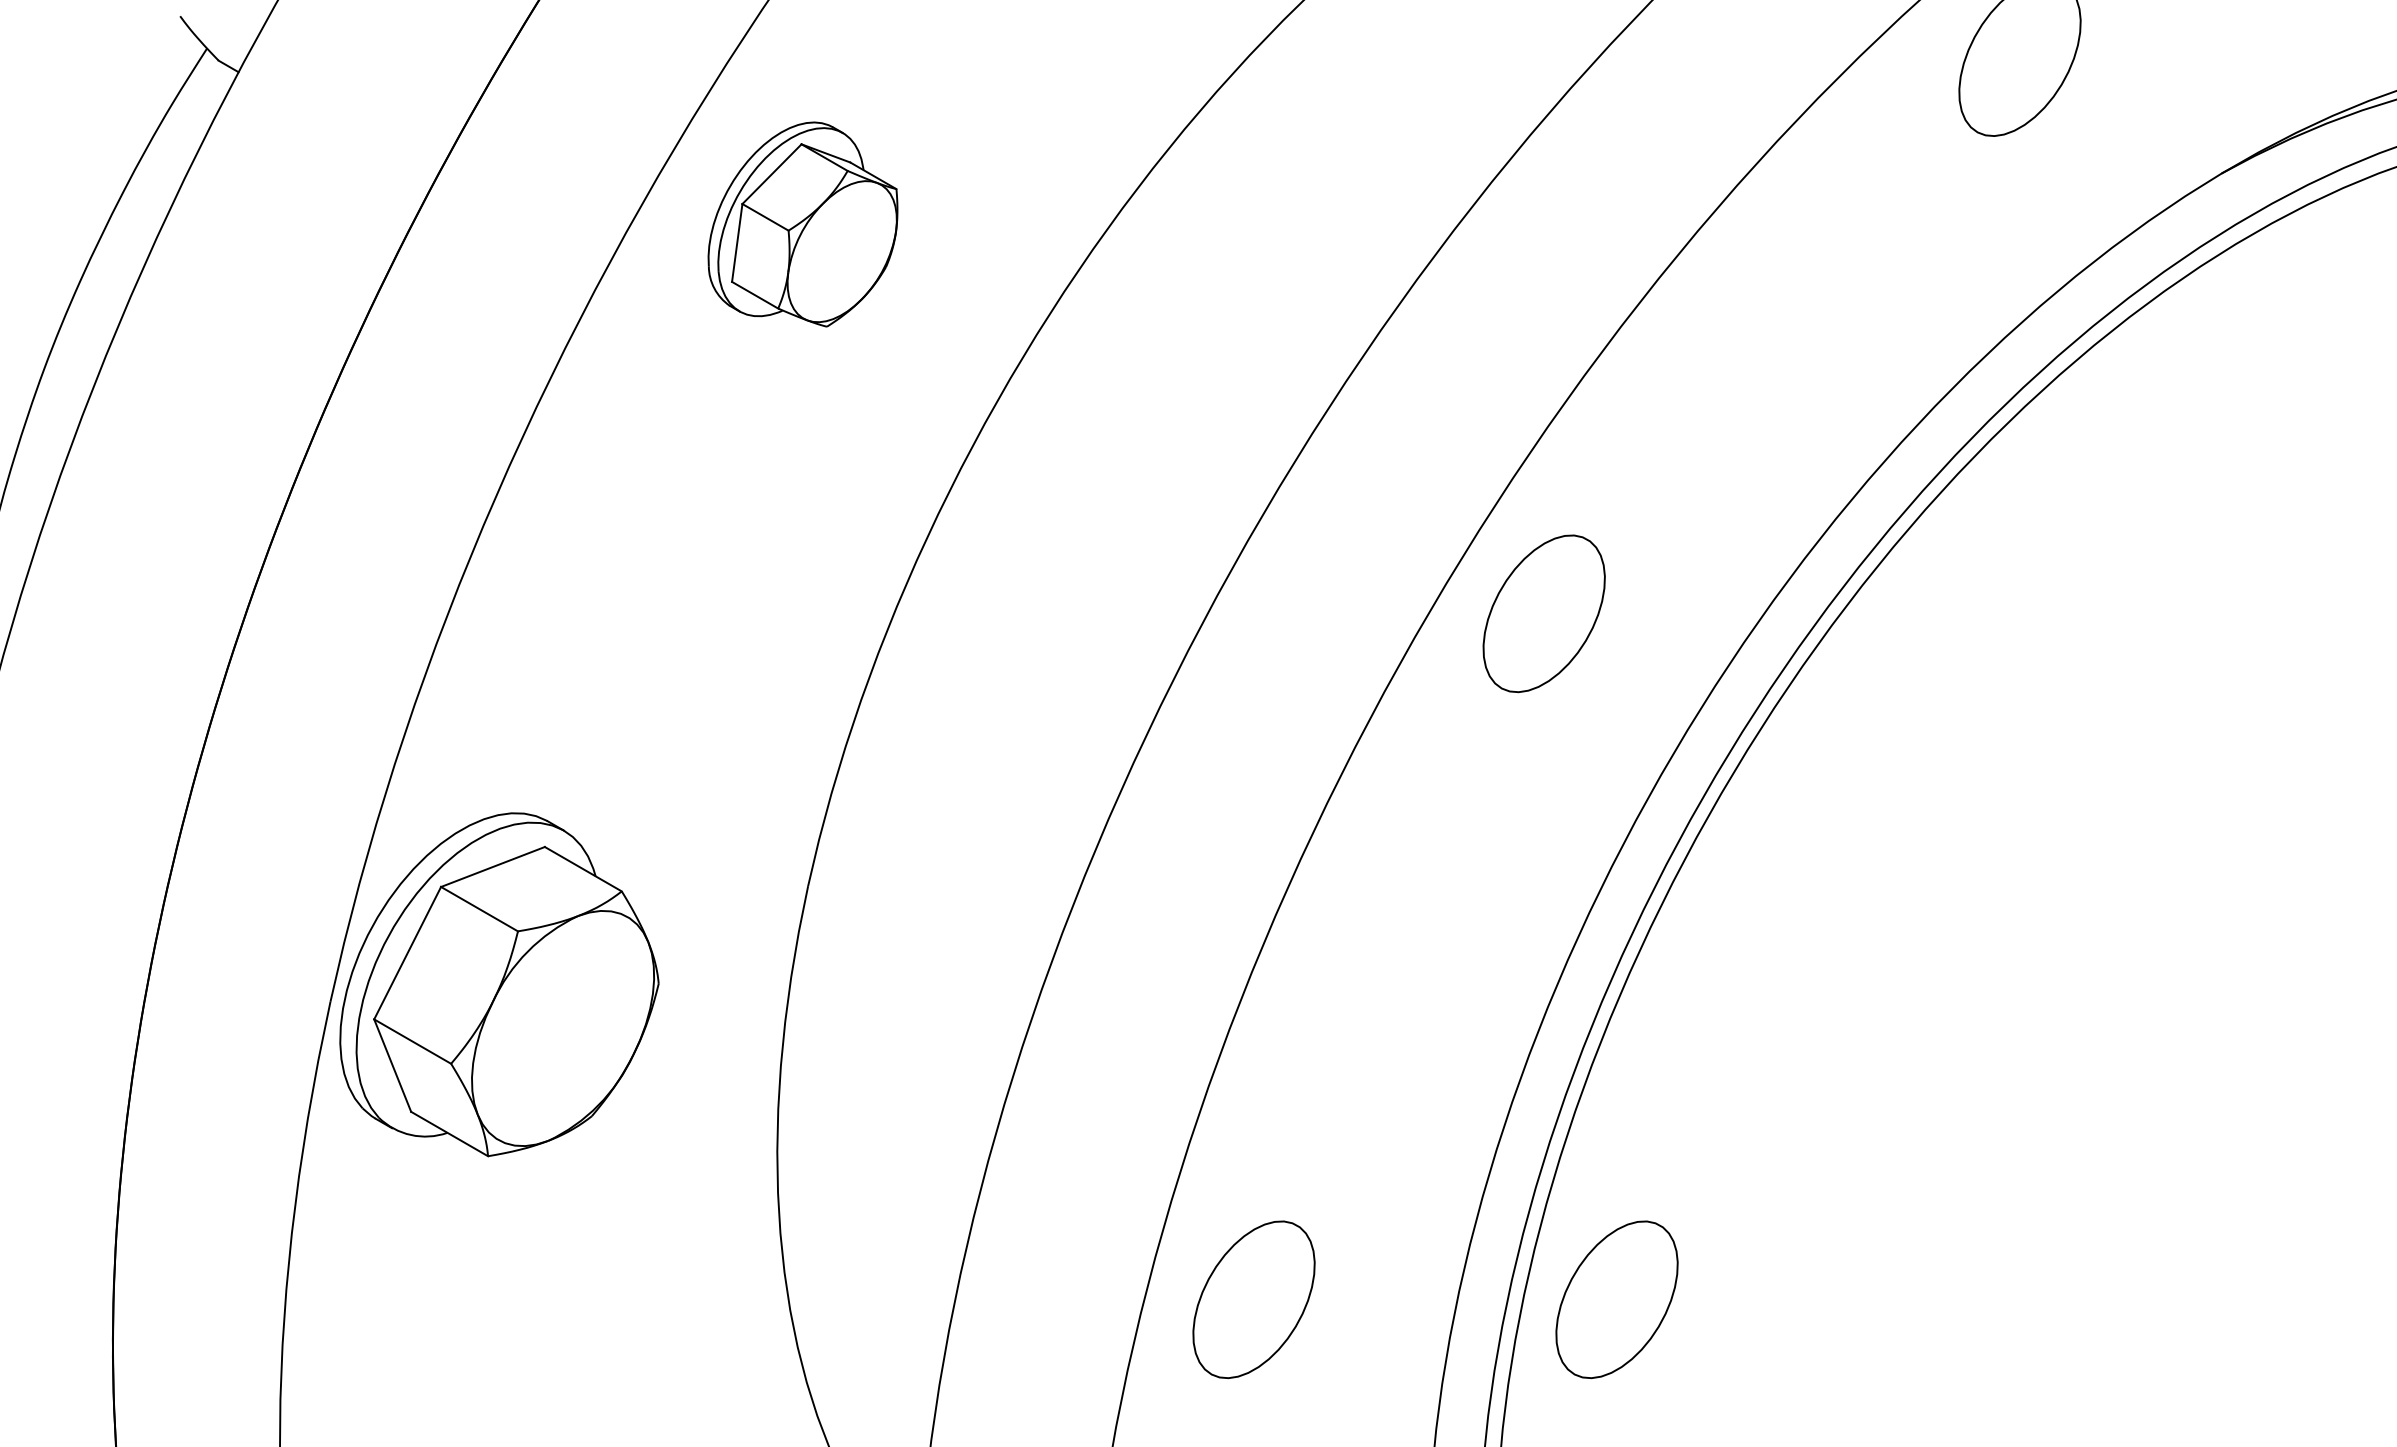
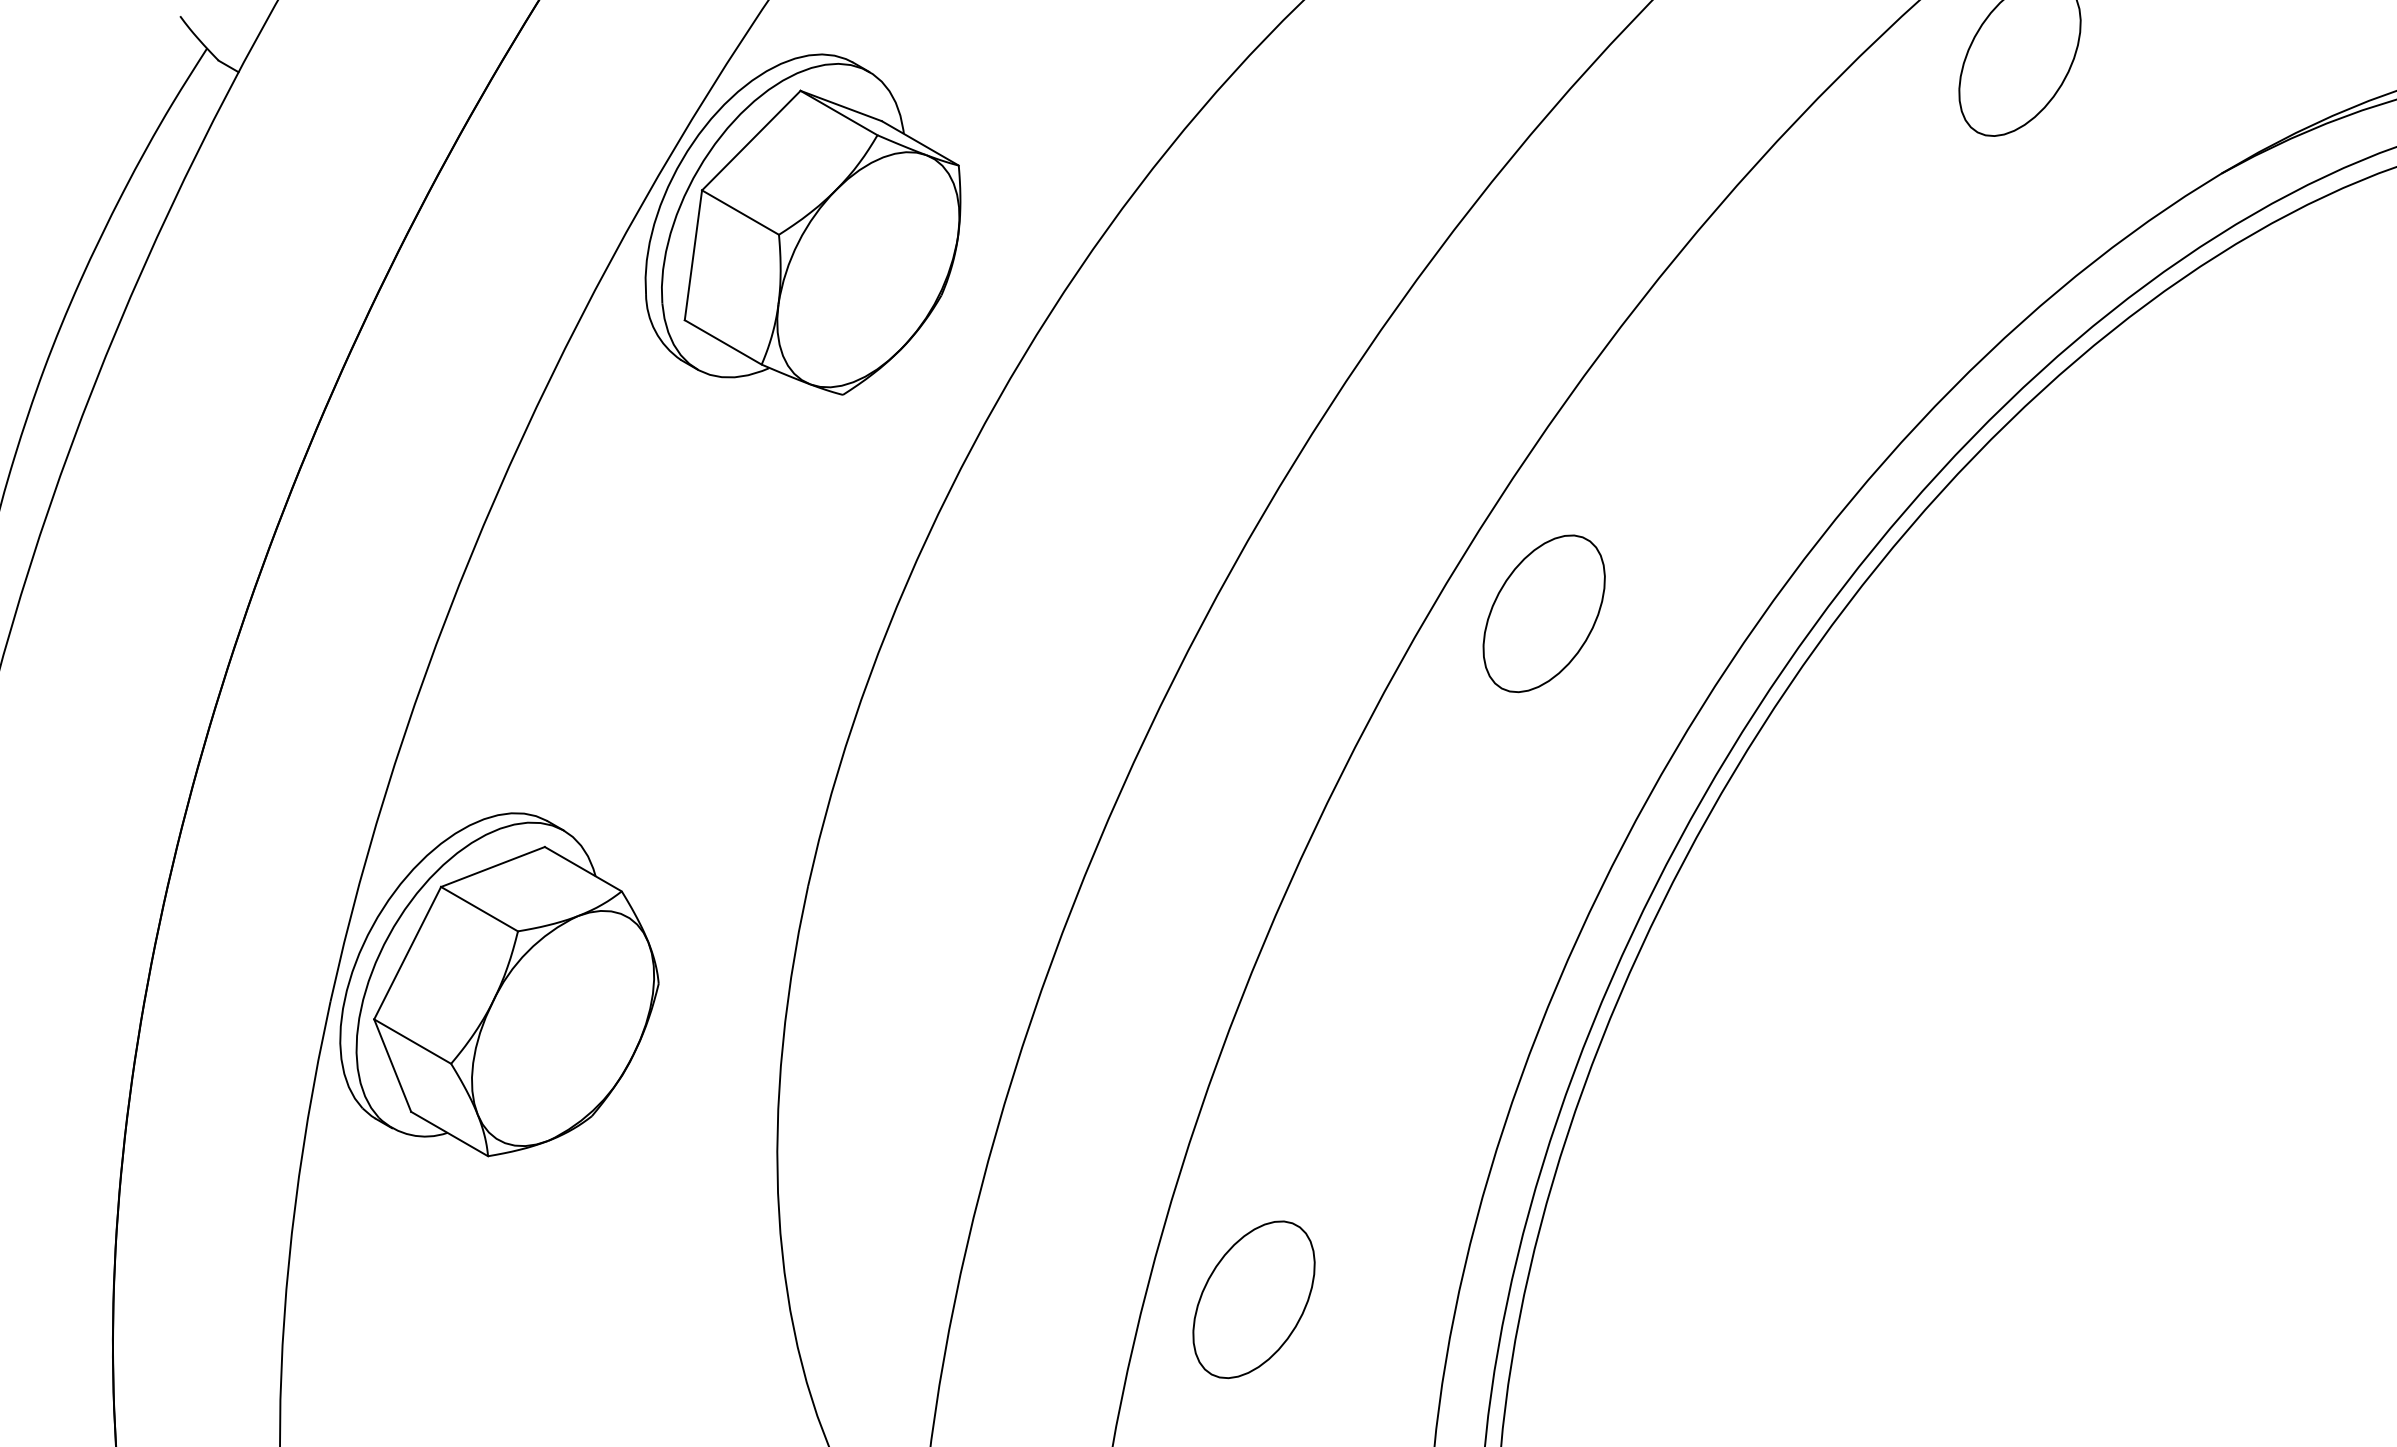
part at (802, 224) size: 192x207 px -> 318x343 px
part at (1616, 1299): present -> none
